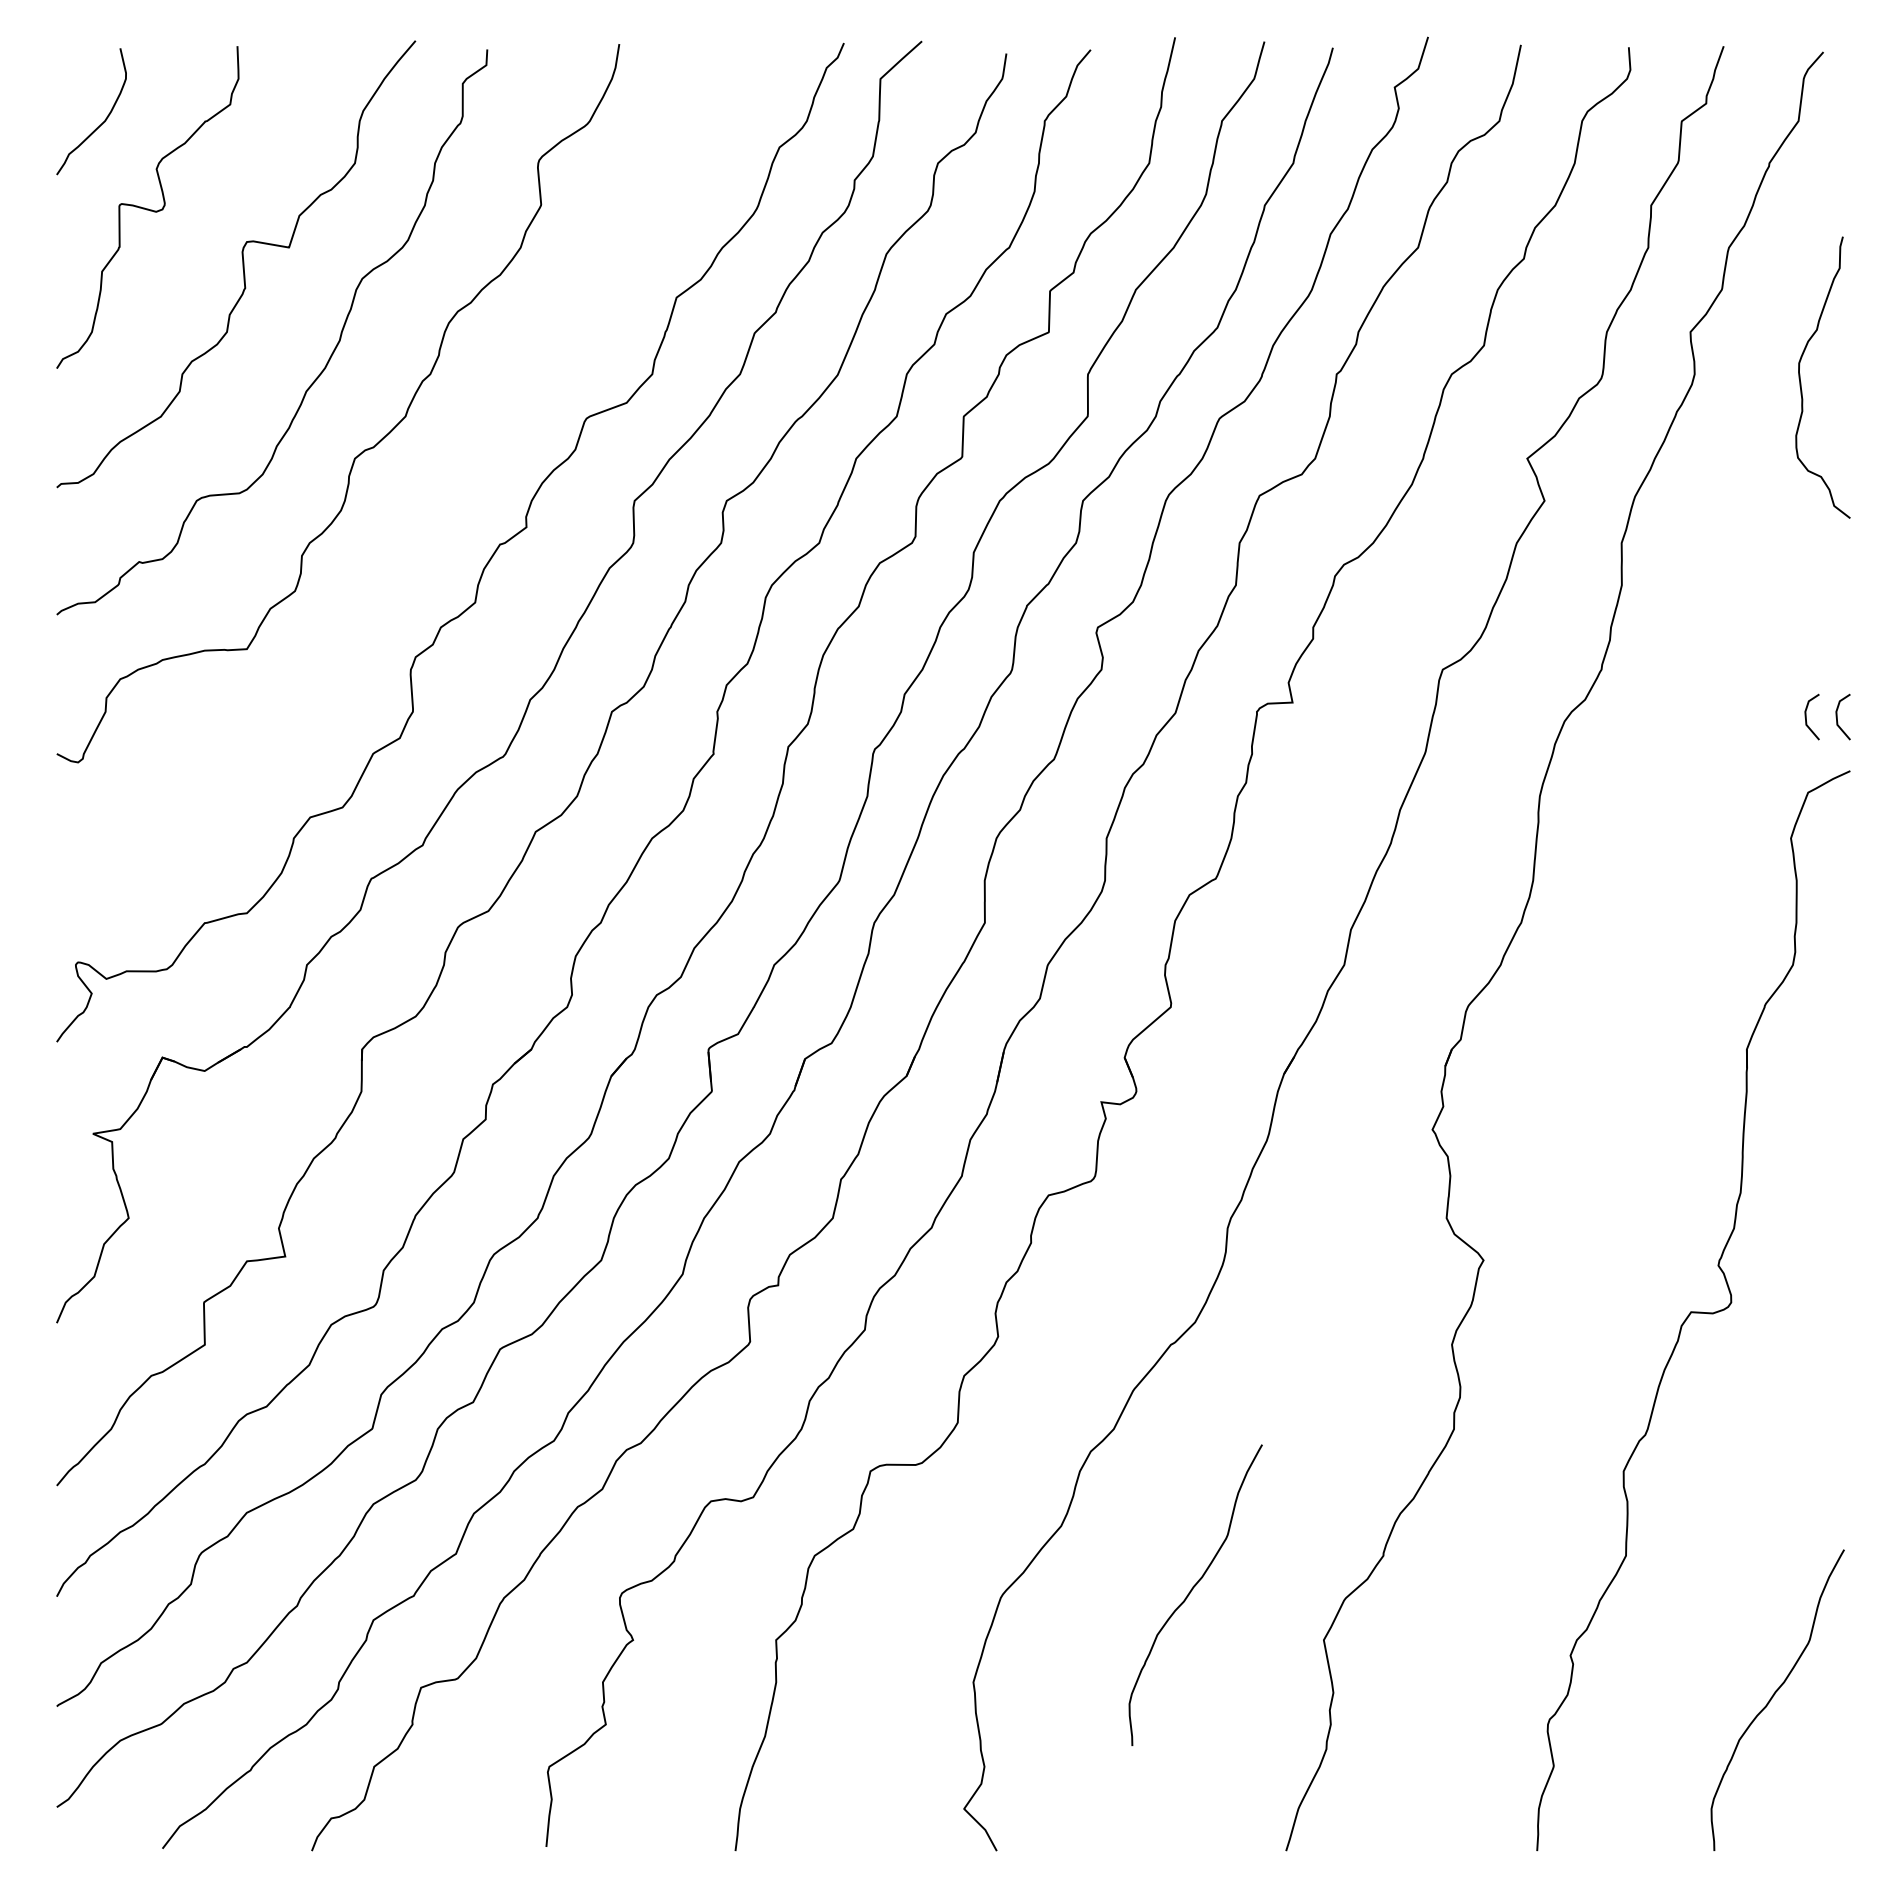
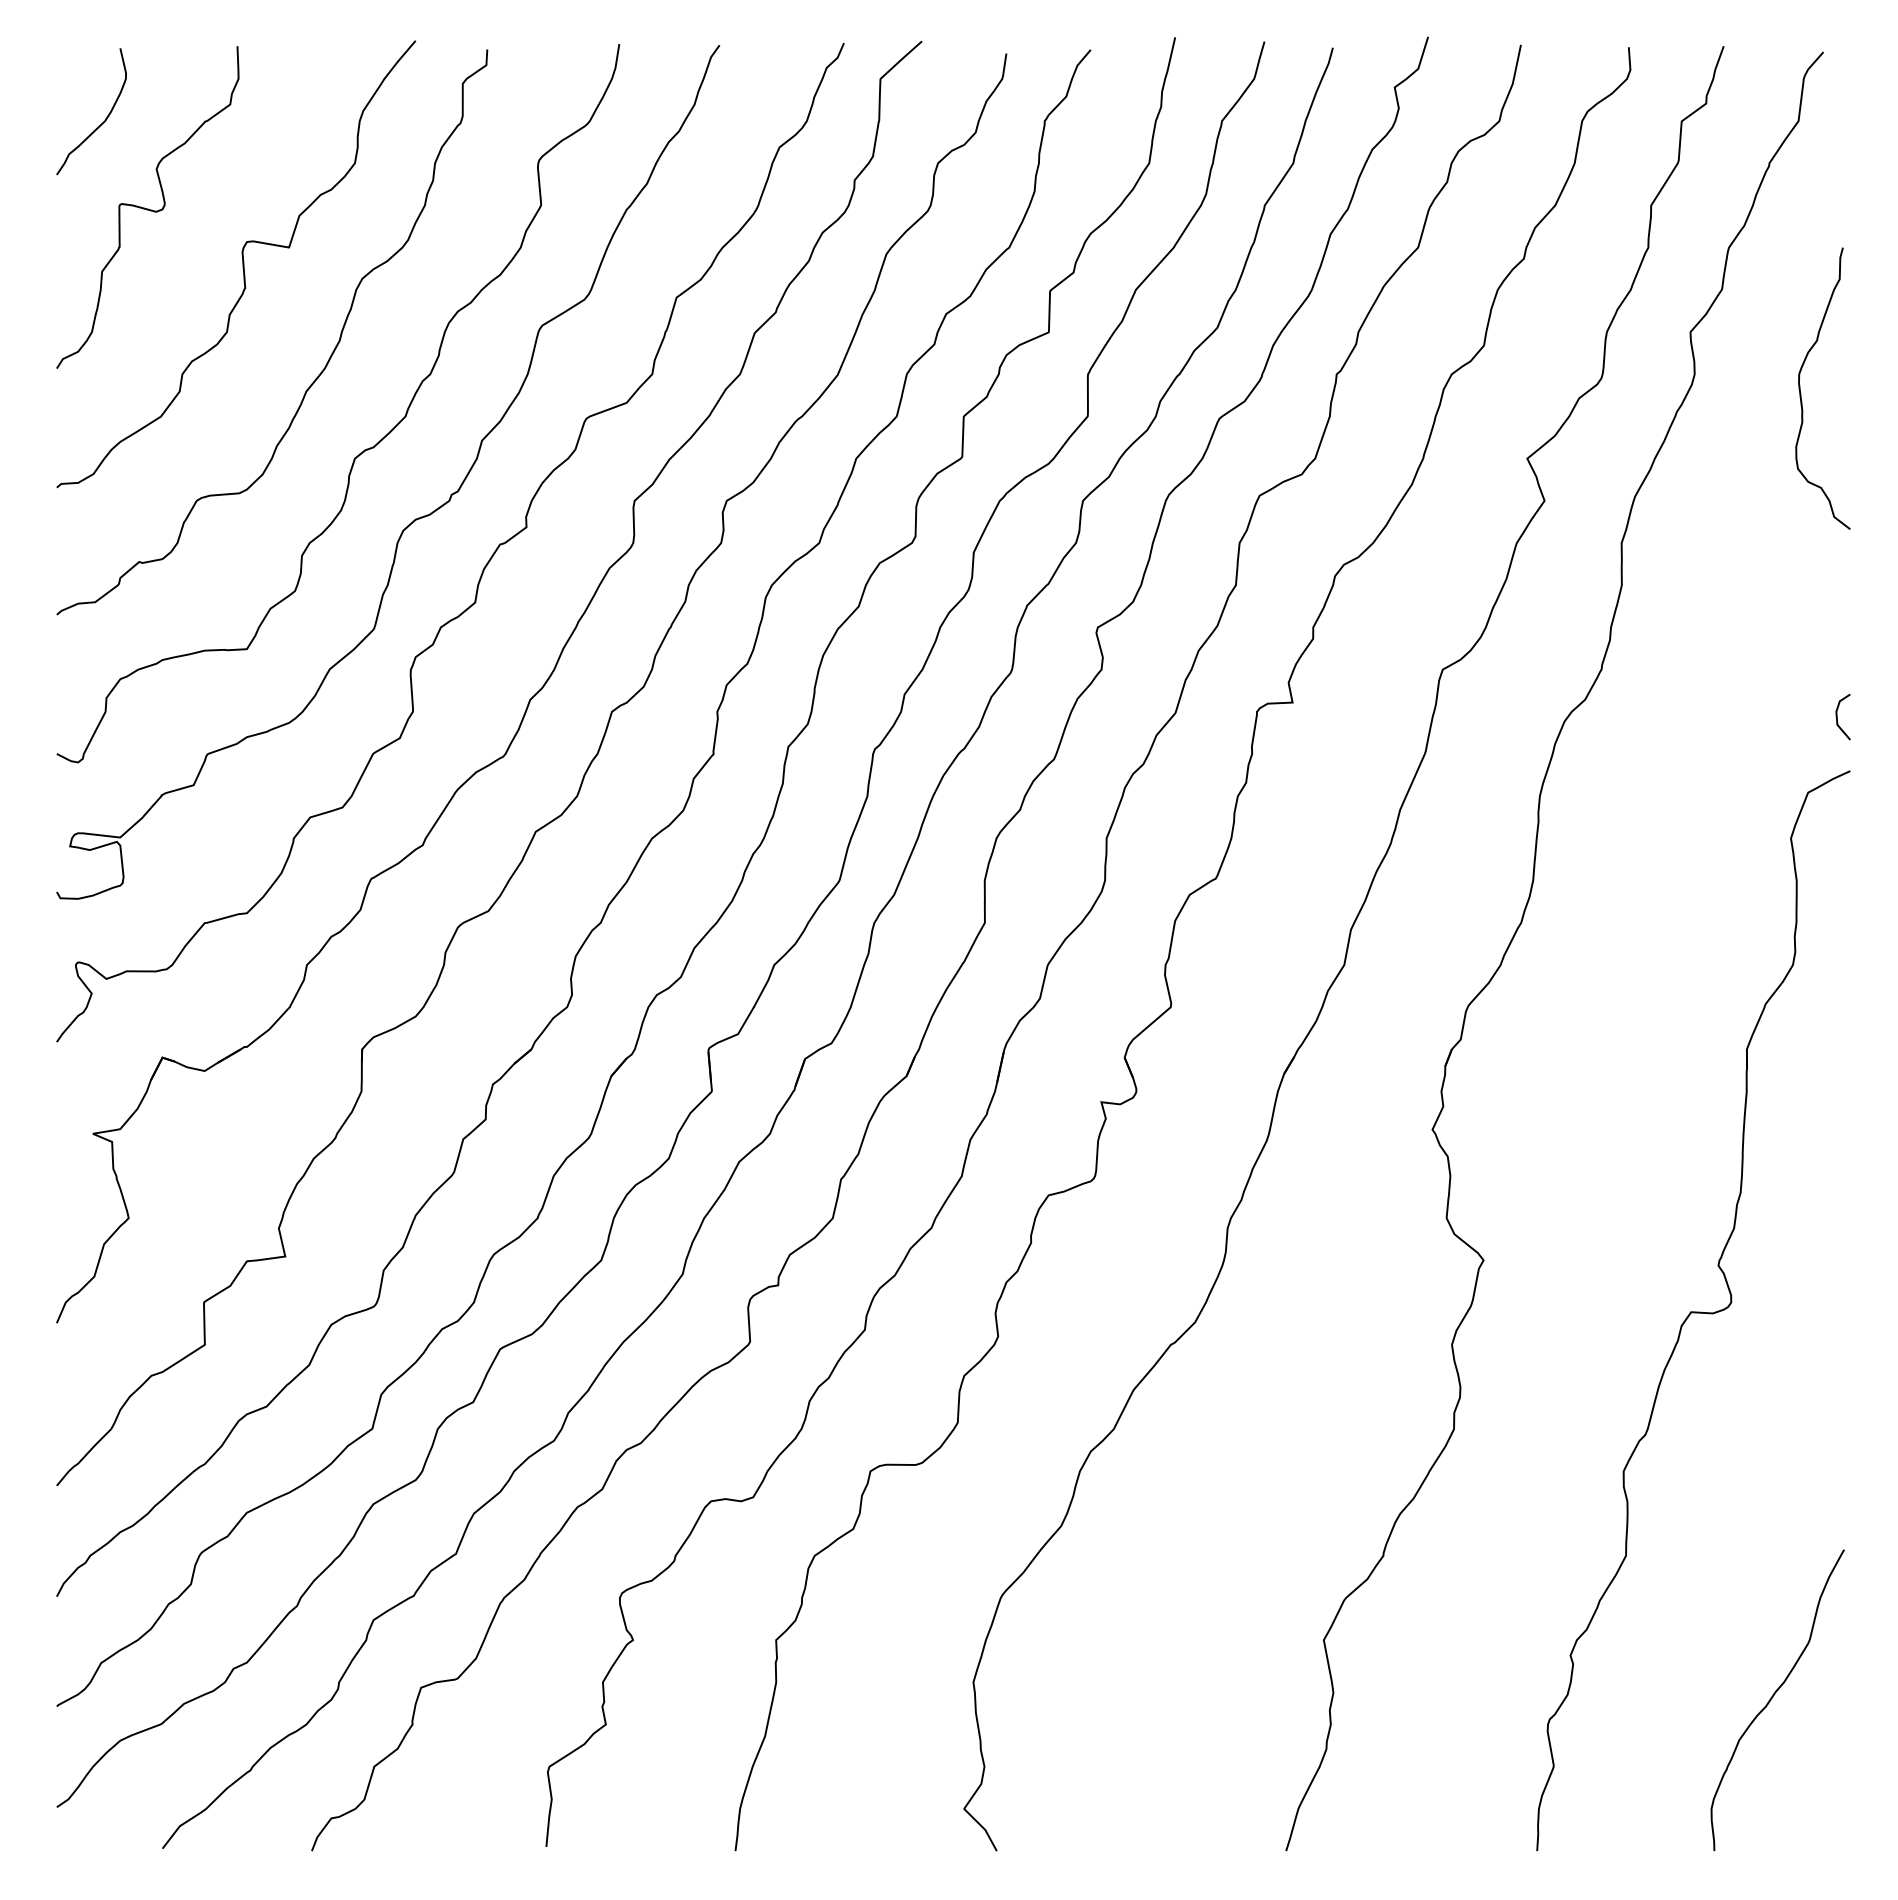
curve at (1801, 382) position: (1801, 382) -> (1801, 393)
curve at (415, 518): none -> present
line at (1806, 716): present -> none
curve at (1191, 1592): present -> none
